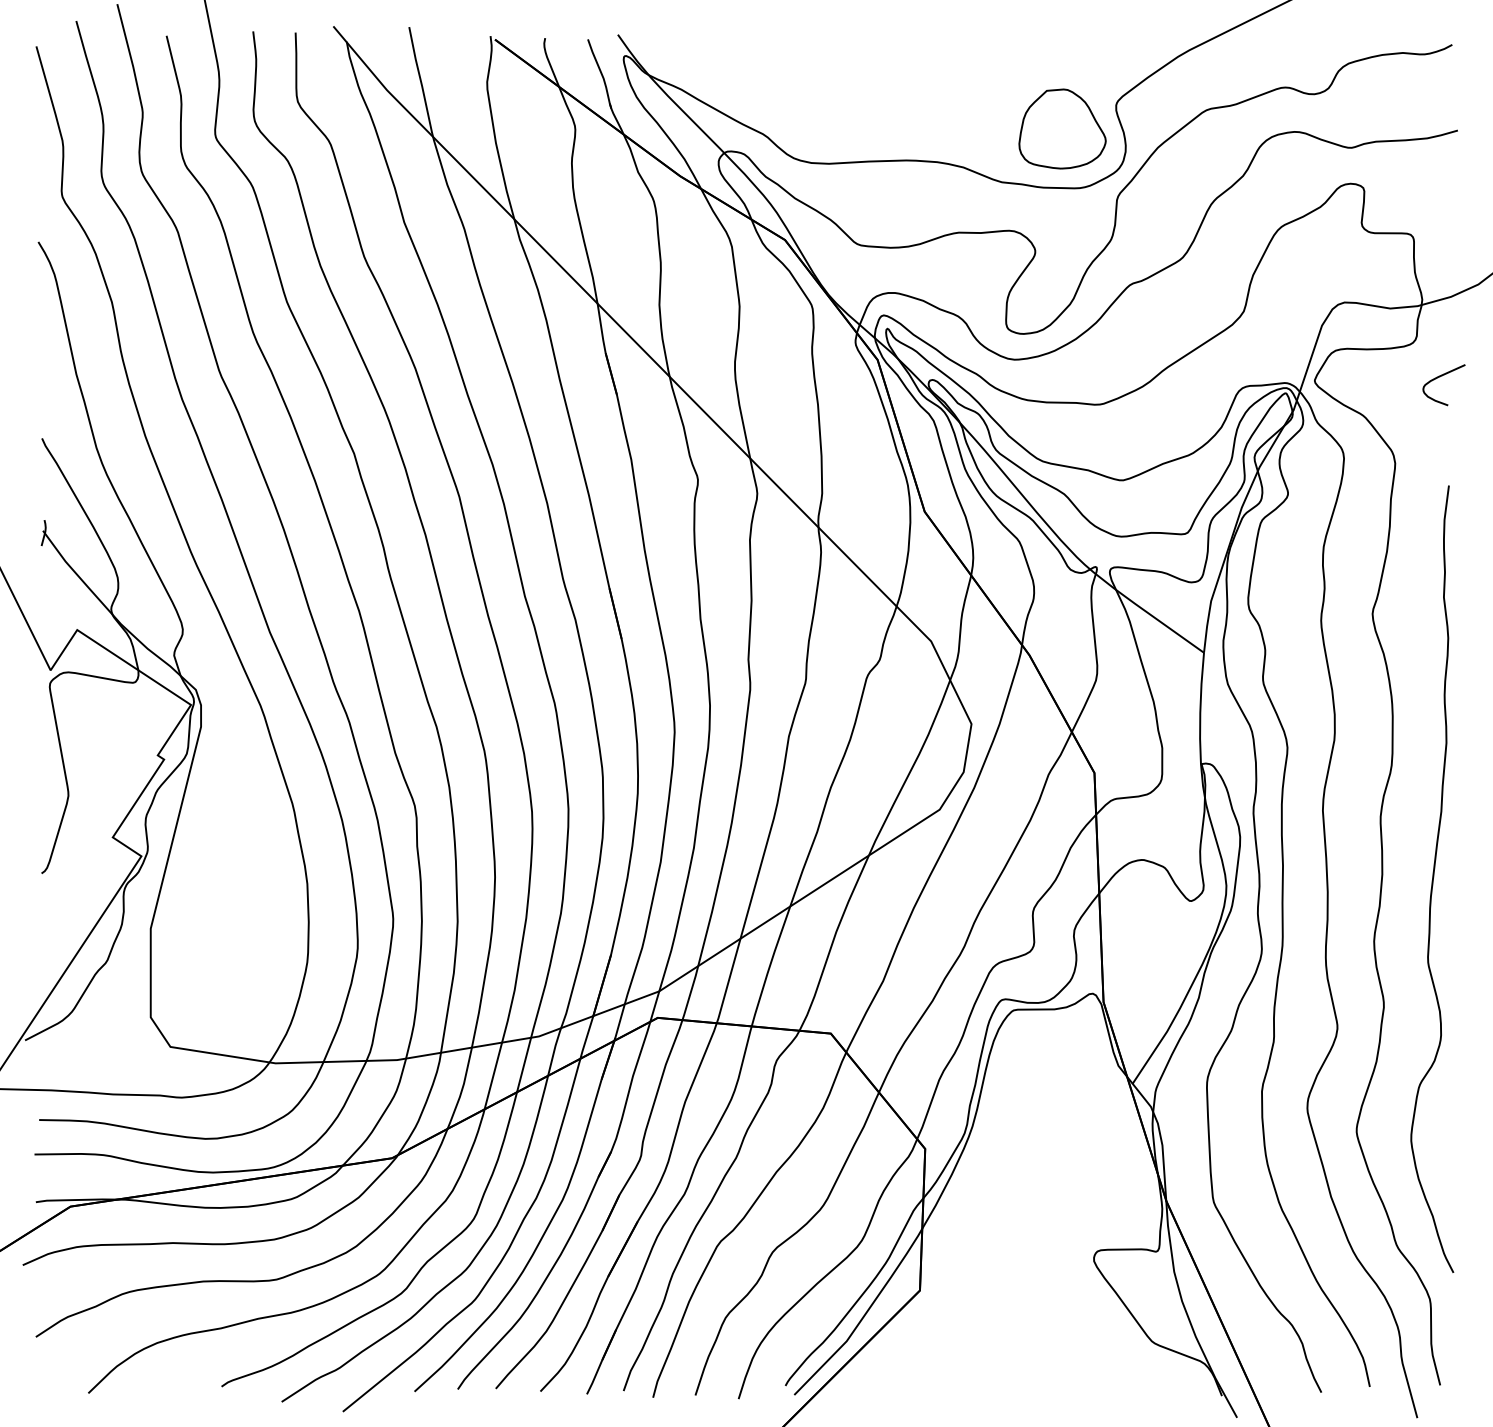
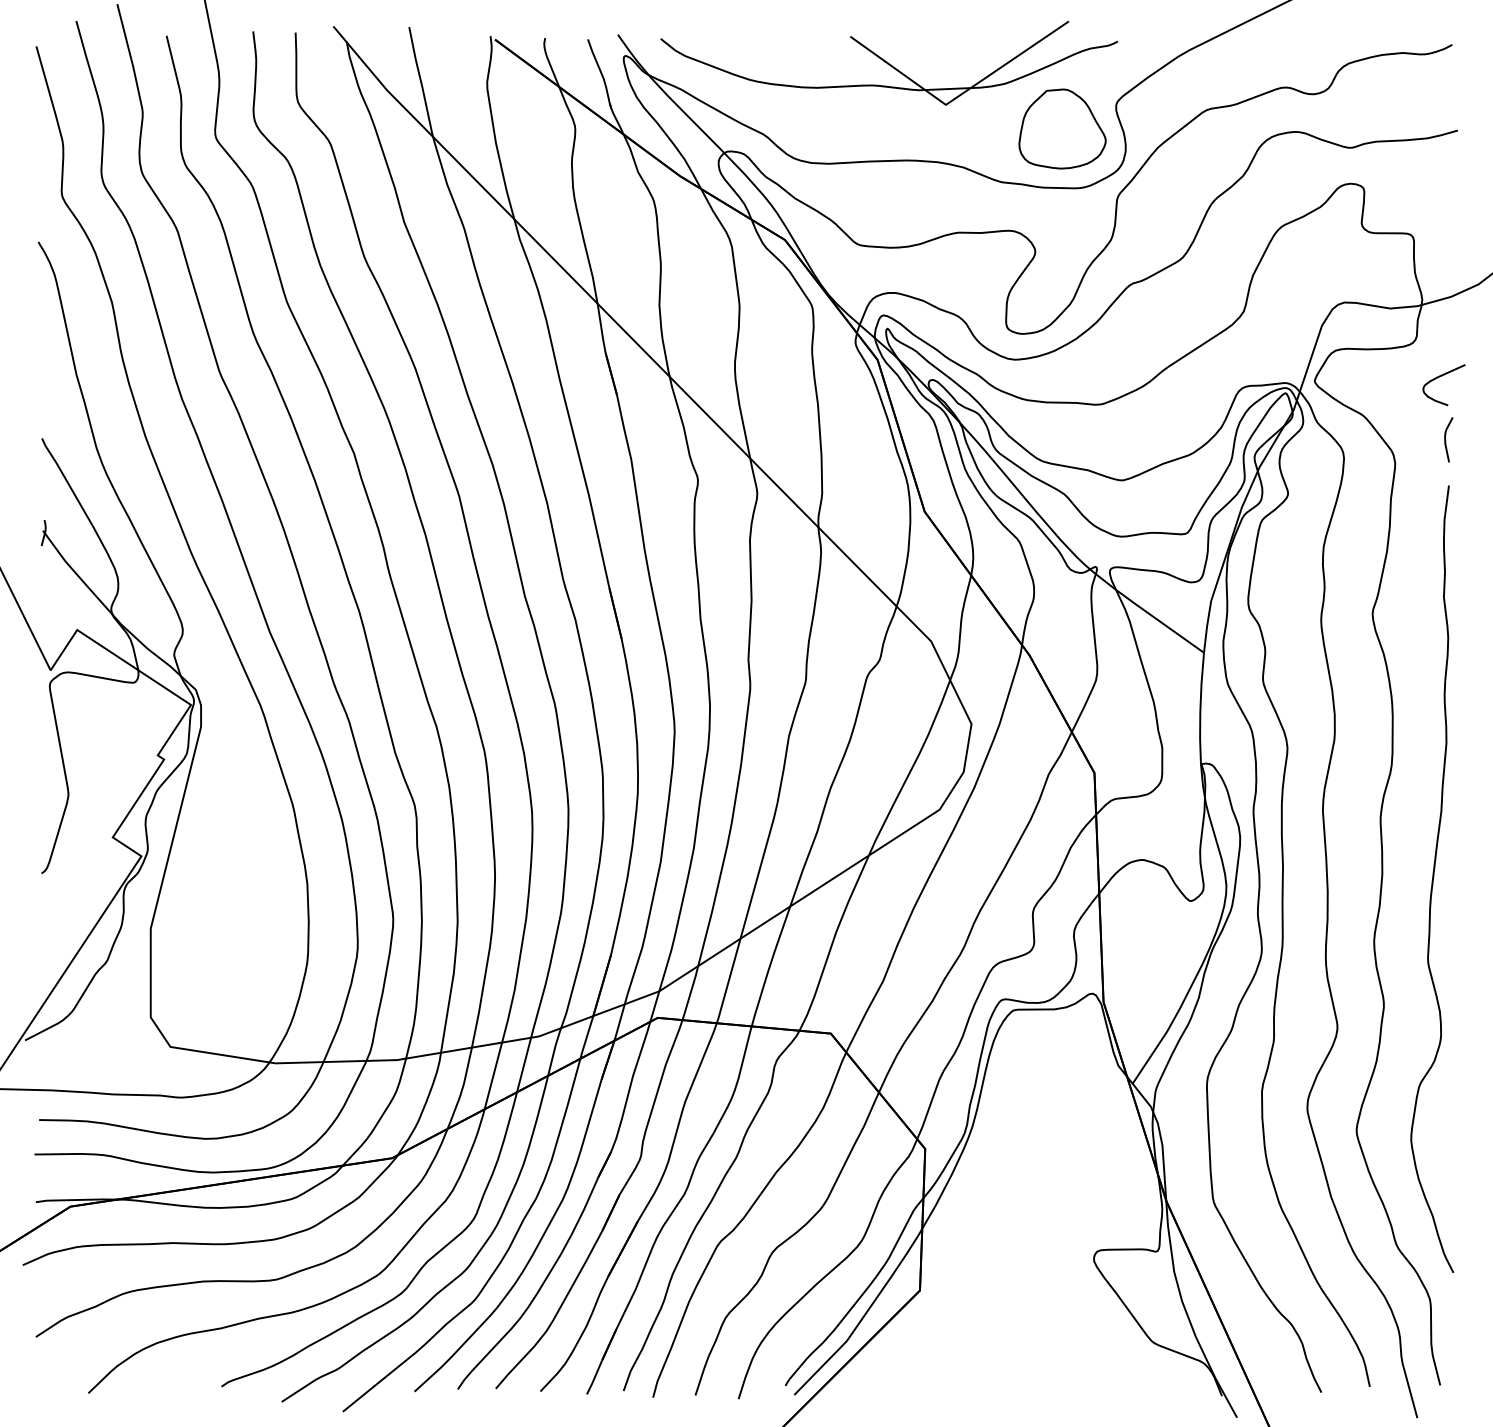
part at (889, 62): none -> present
curve at (1446, 439): none -> present
